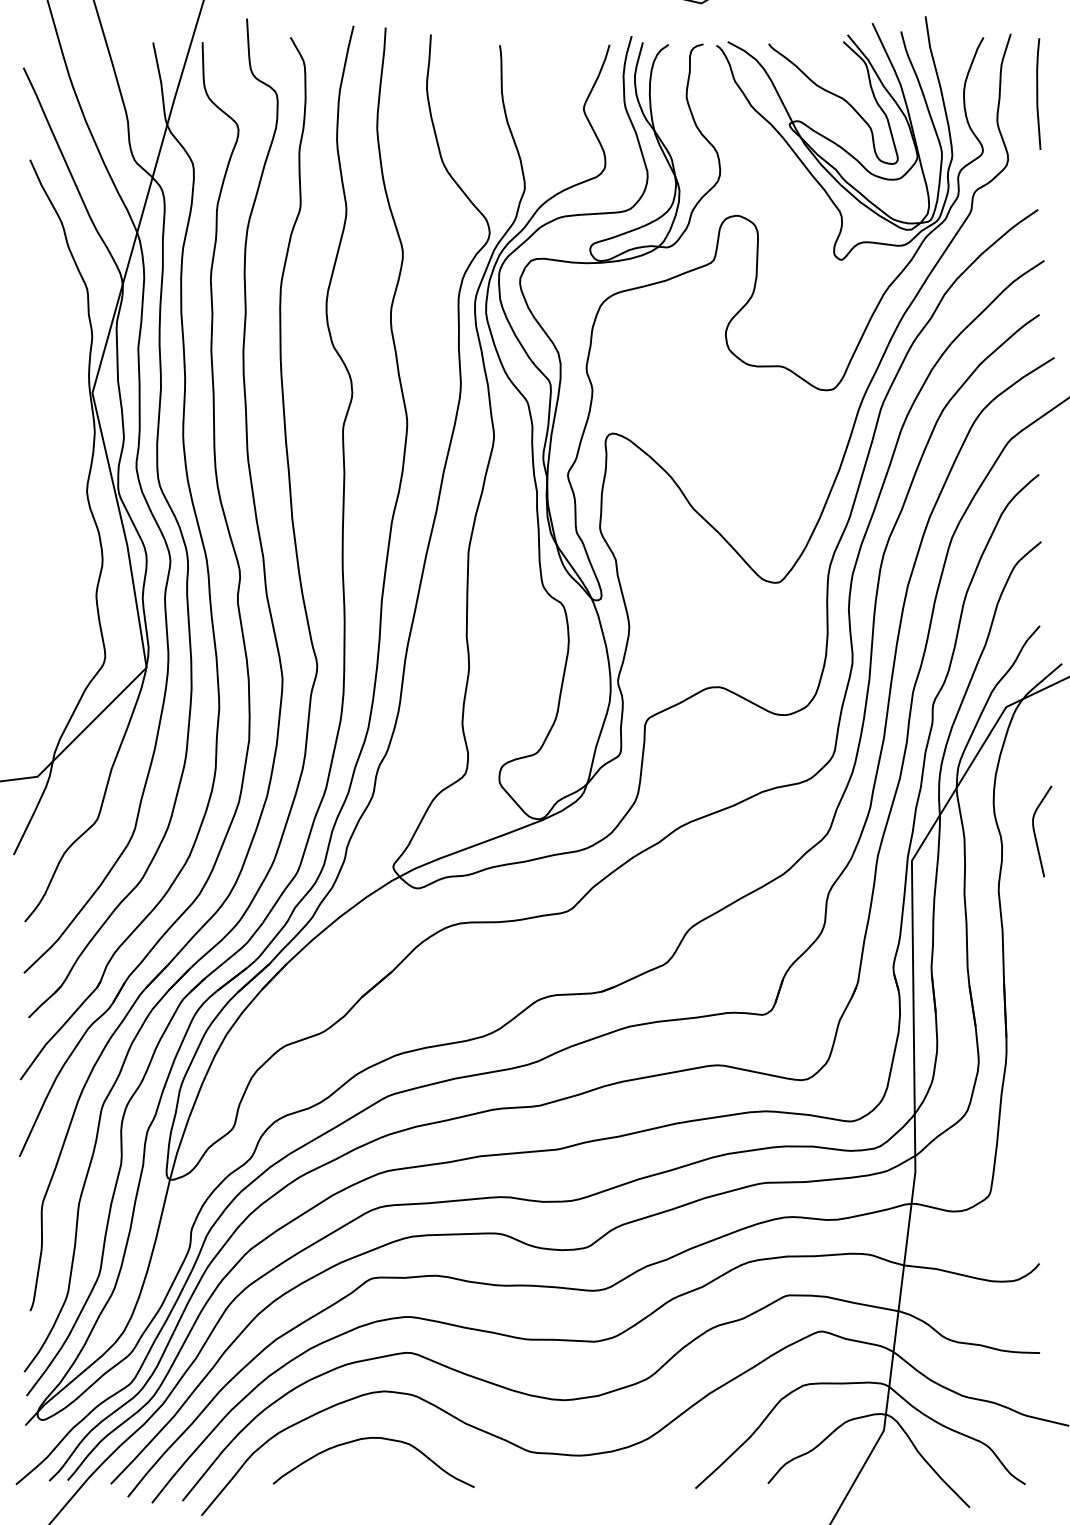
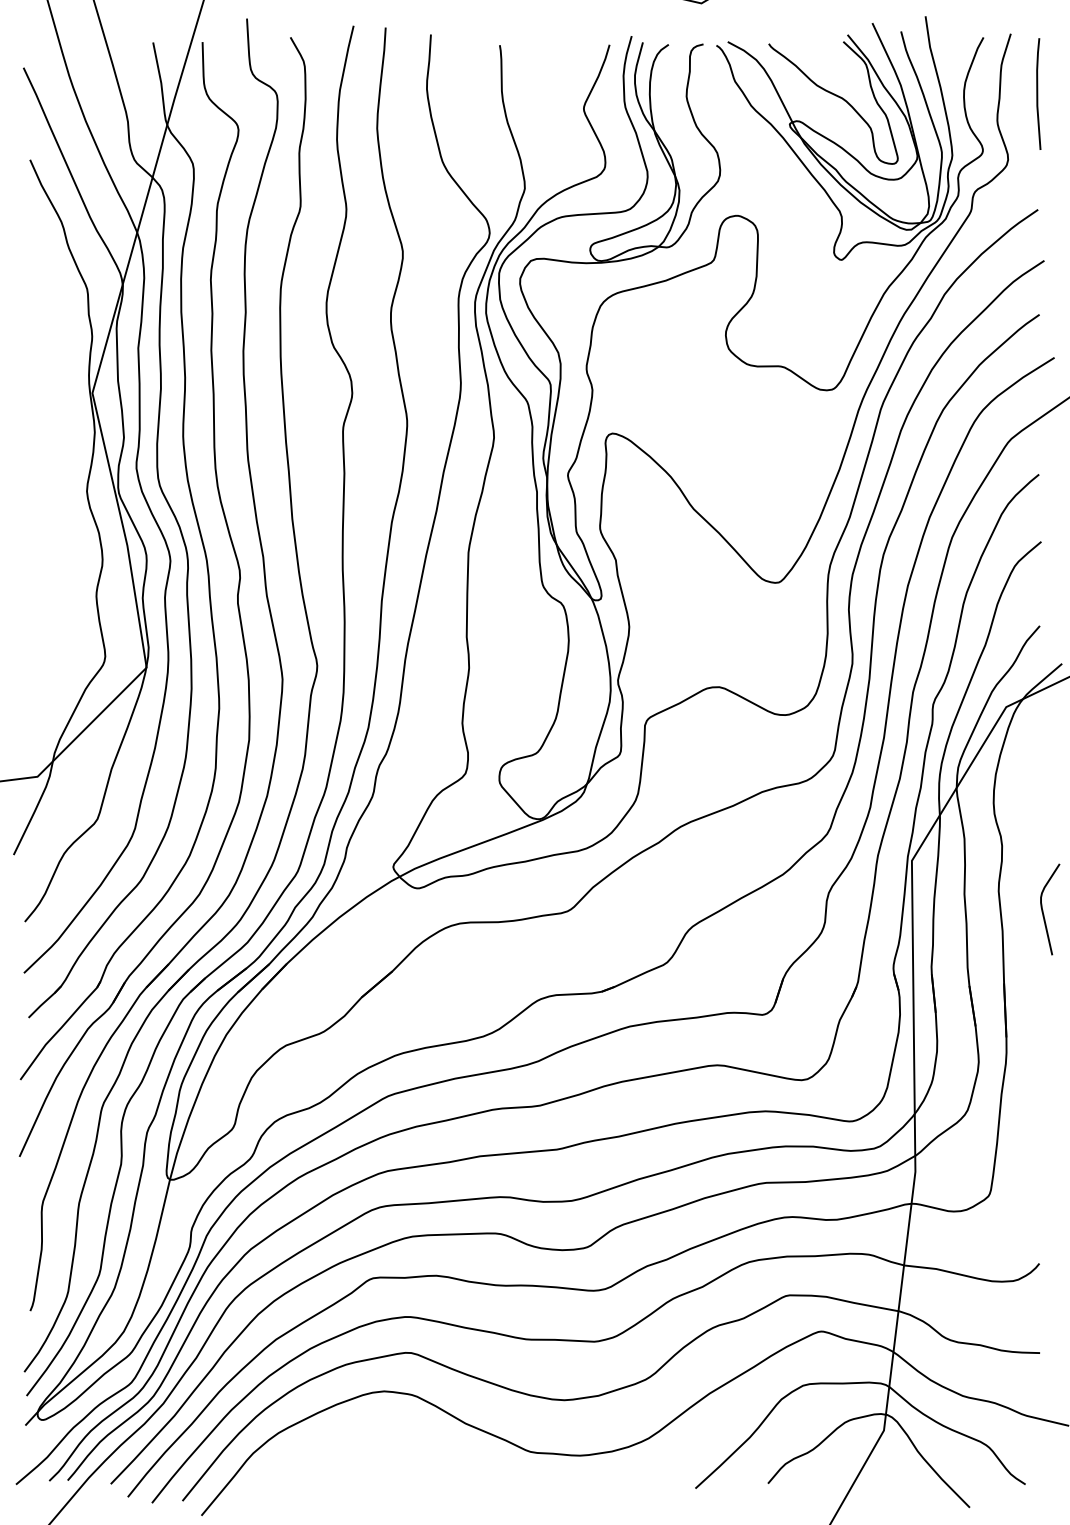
curve at (1035, 832) position: (1035, 832) -> (1043, 910)
curve at (367, 1439): present -> none
